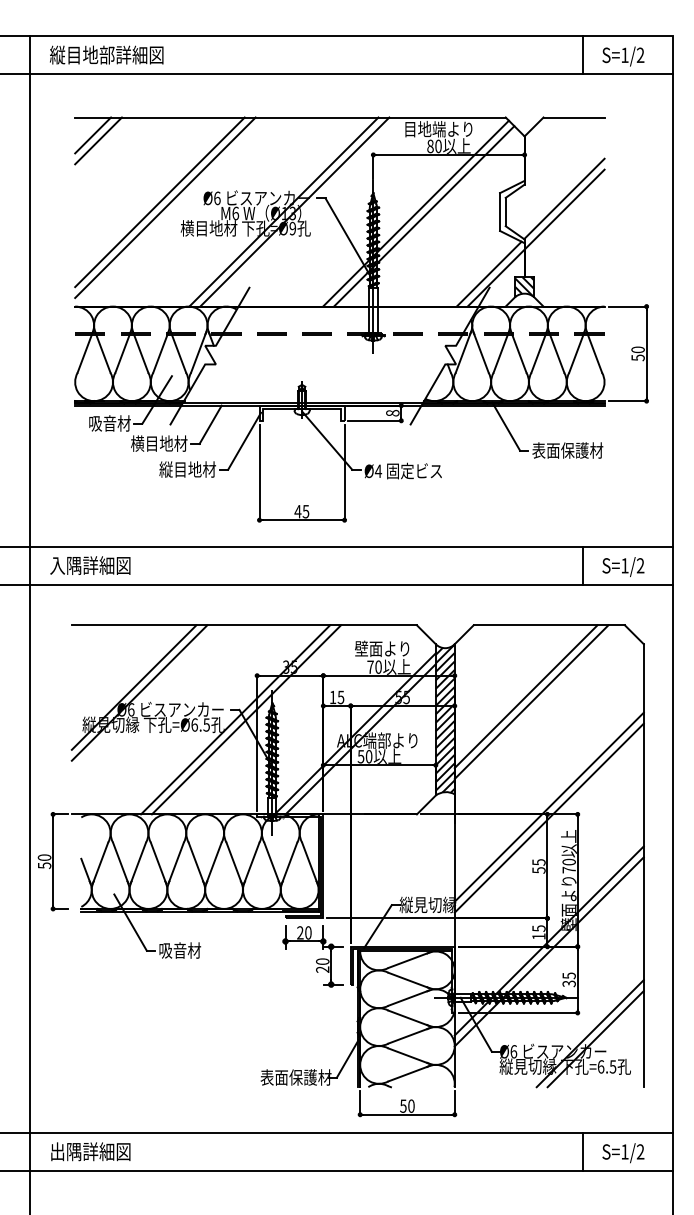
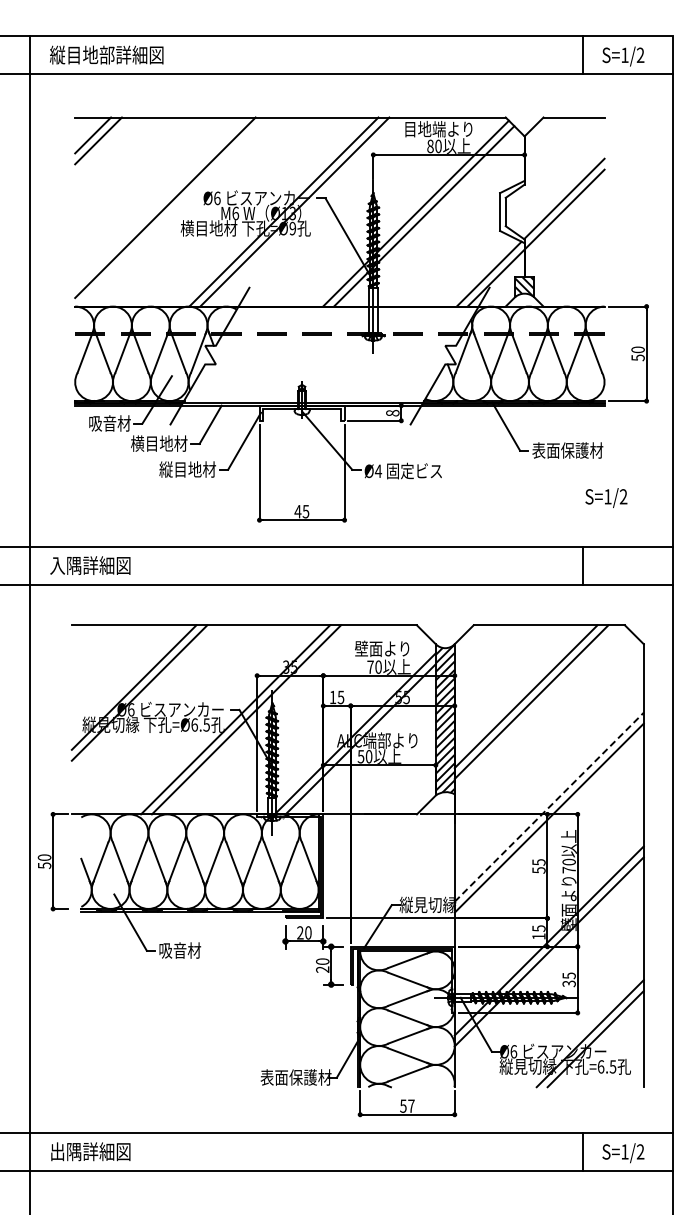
line at (159, 202): present -> none
text at (623, 566) position: (623, 566) -> (606, 497)
line at (549, 807): solid -> dashed
text at (411, 1105): 50 -> 57
